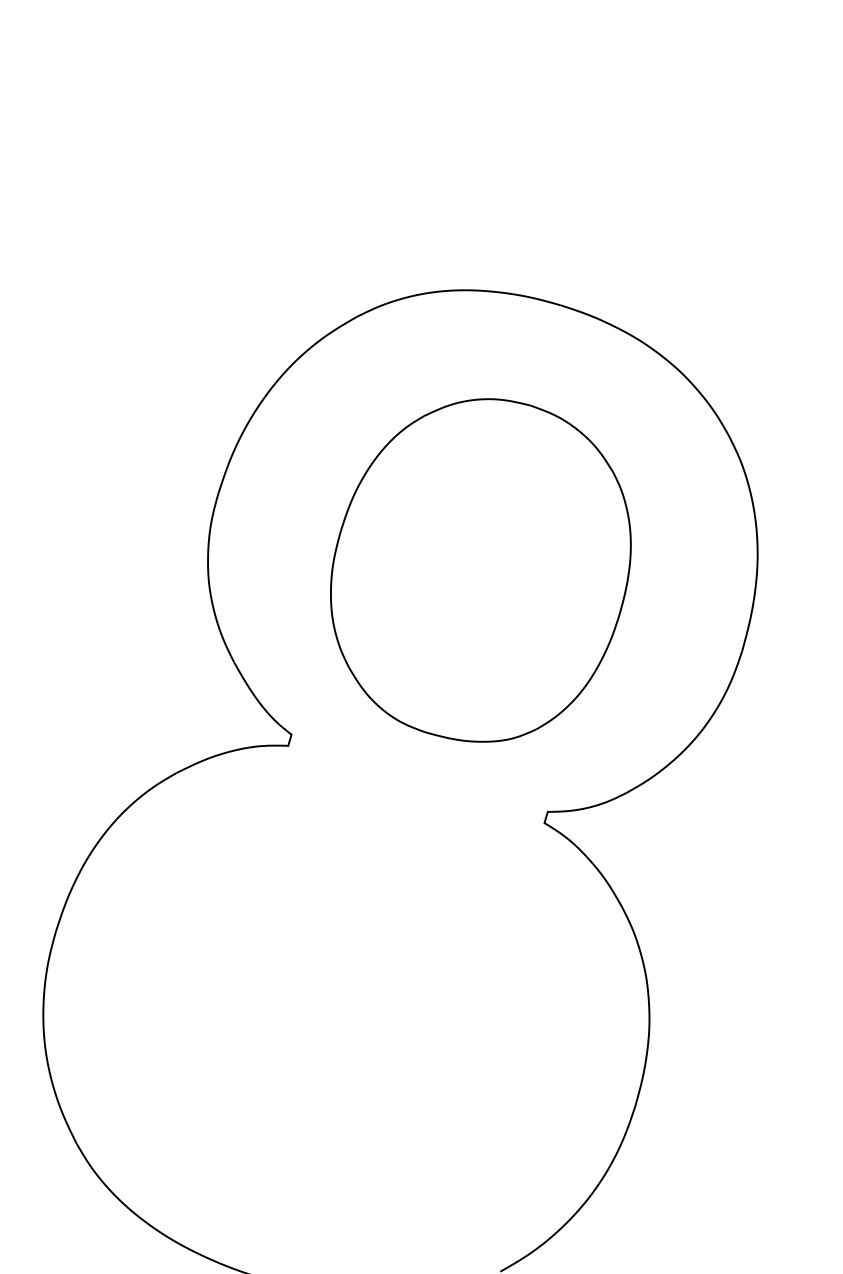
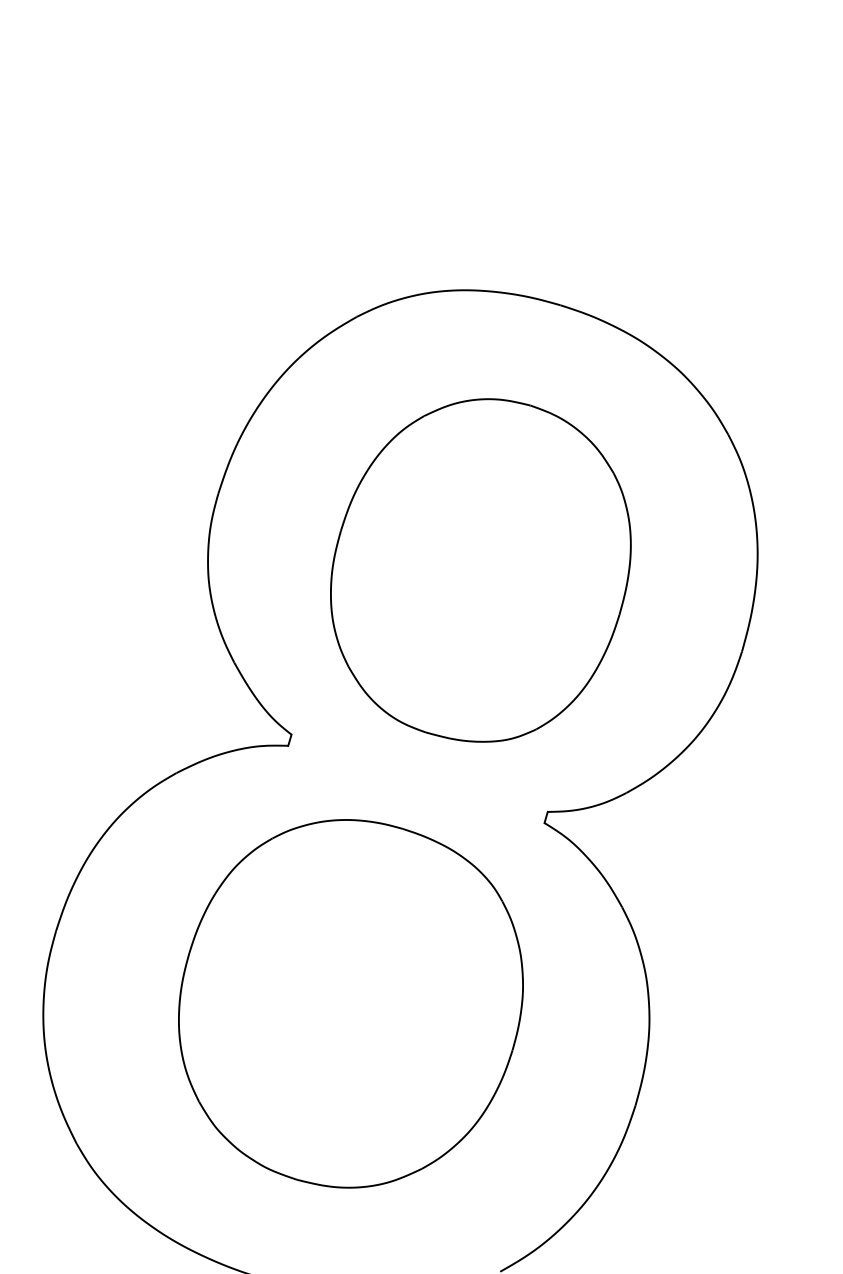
part at (350, 1003): none -> present
